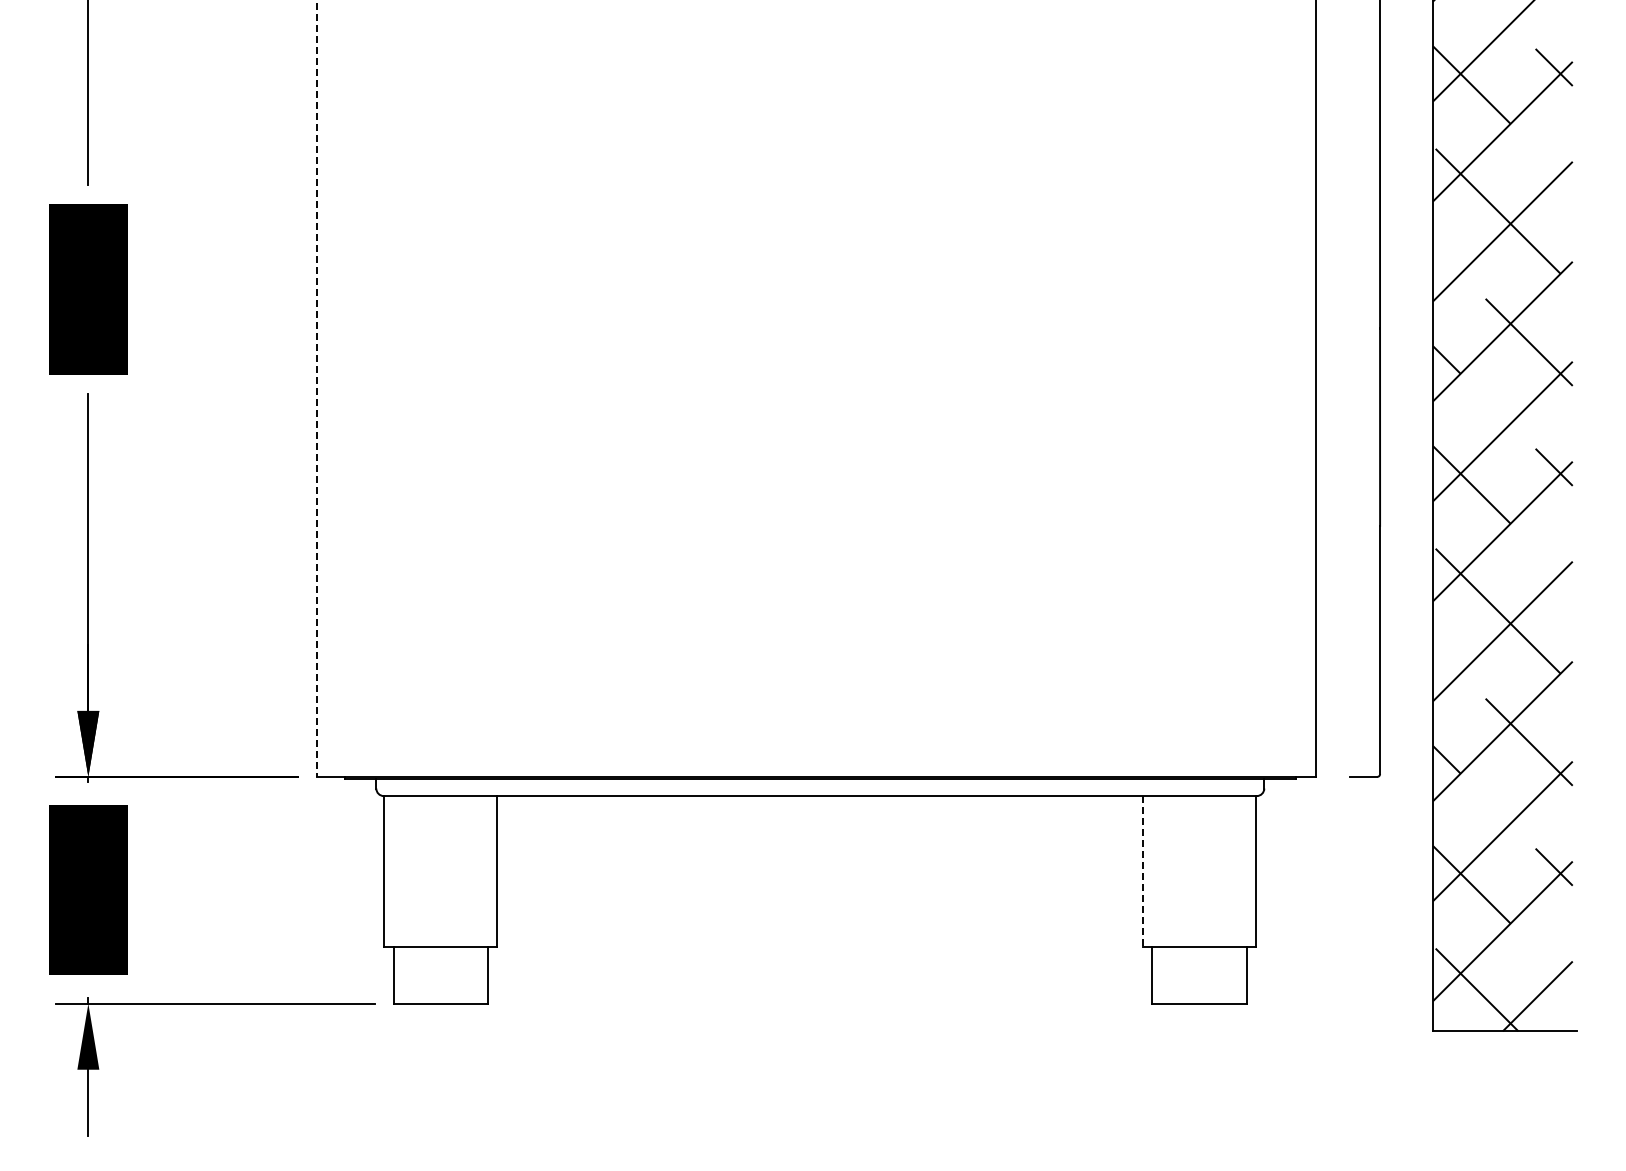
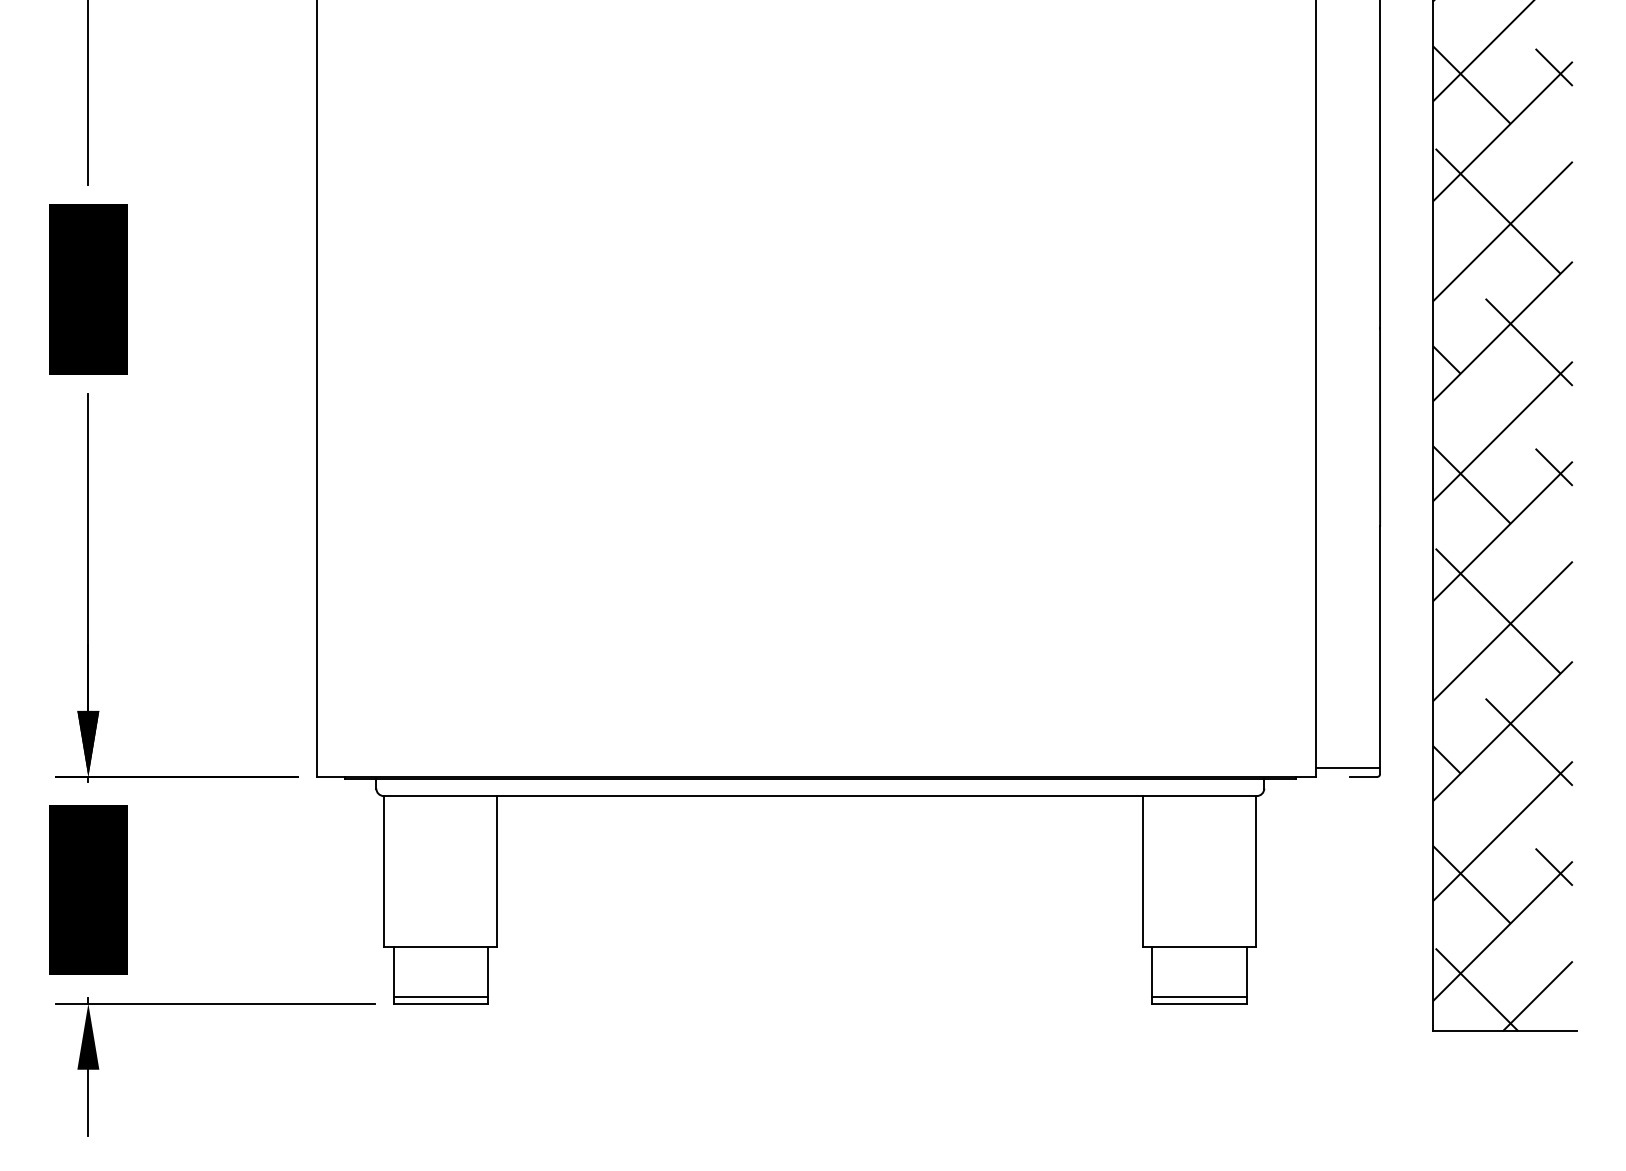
line at (317, 389): dashed -> solid
line at (1348, 768): none -> present
line at (1143, 871): dashed -> solid
line at (440, 996): none -> present
line at (1199, 996): none -> present
